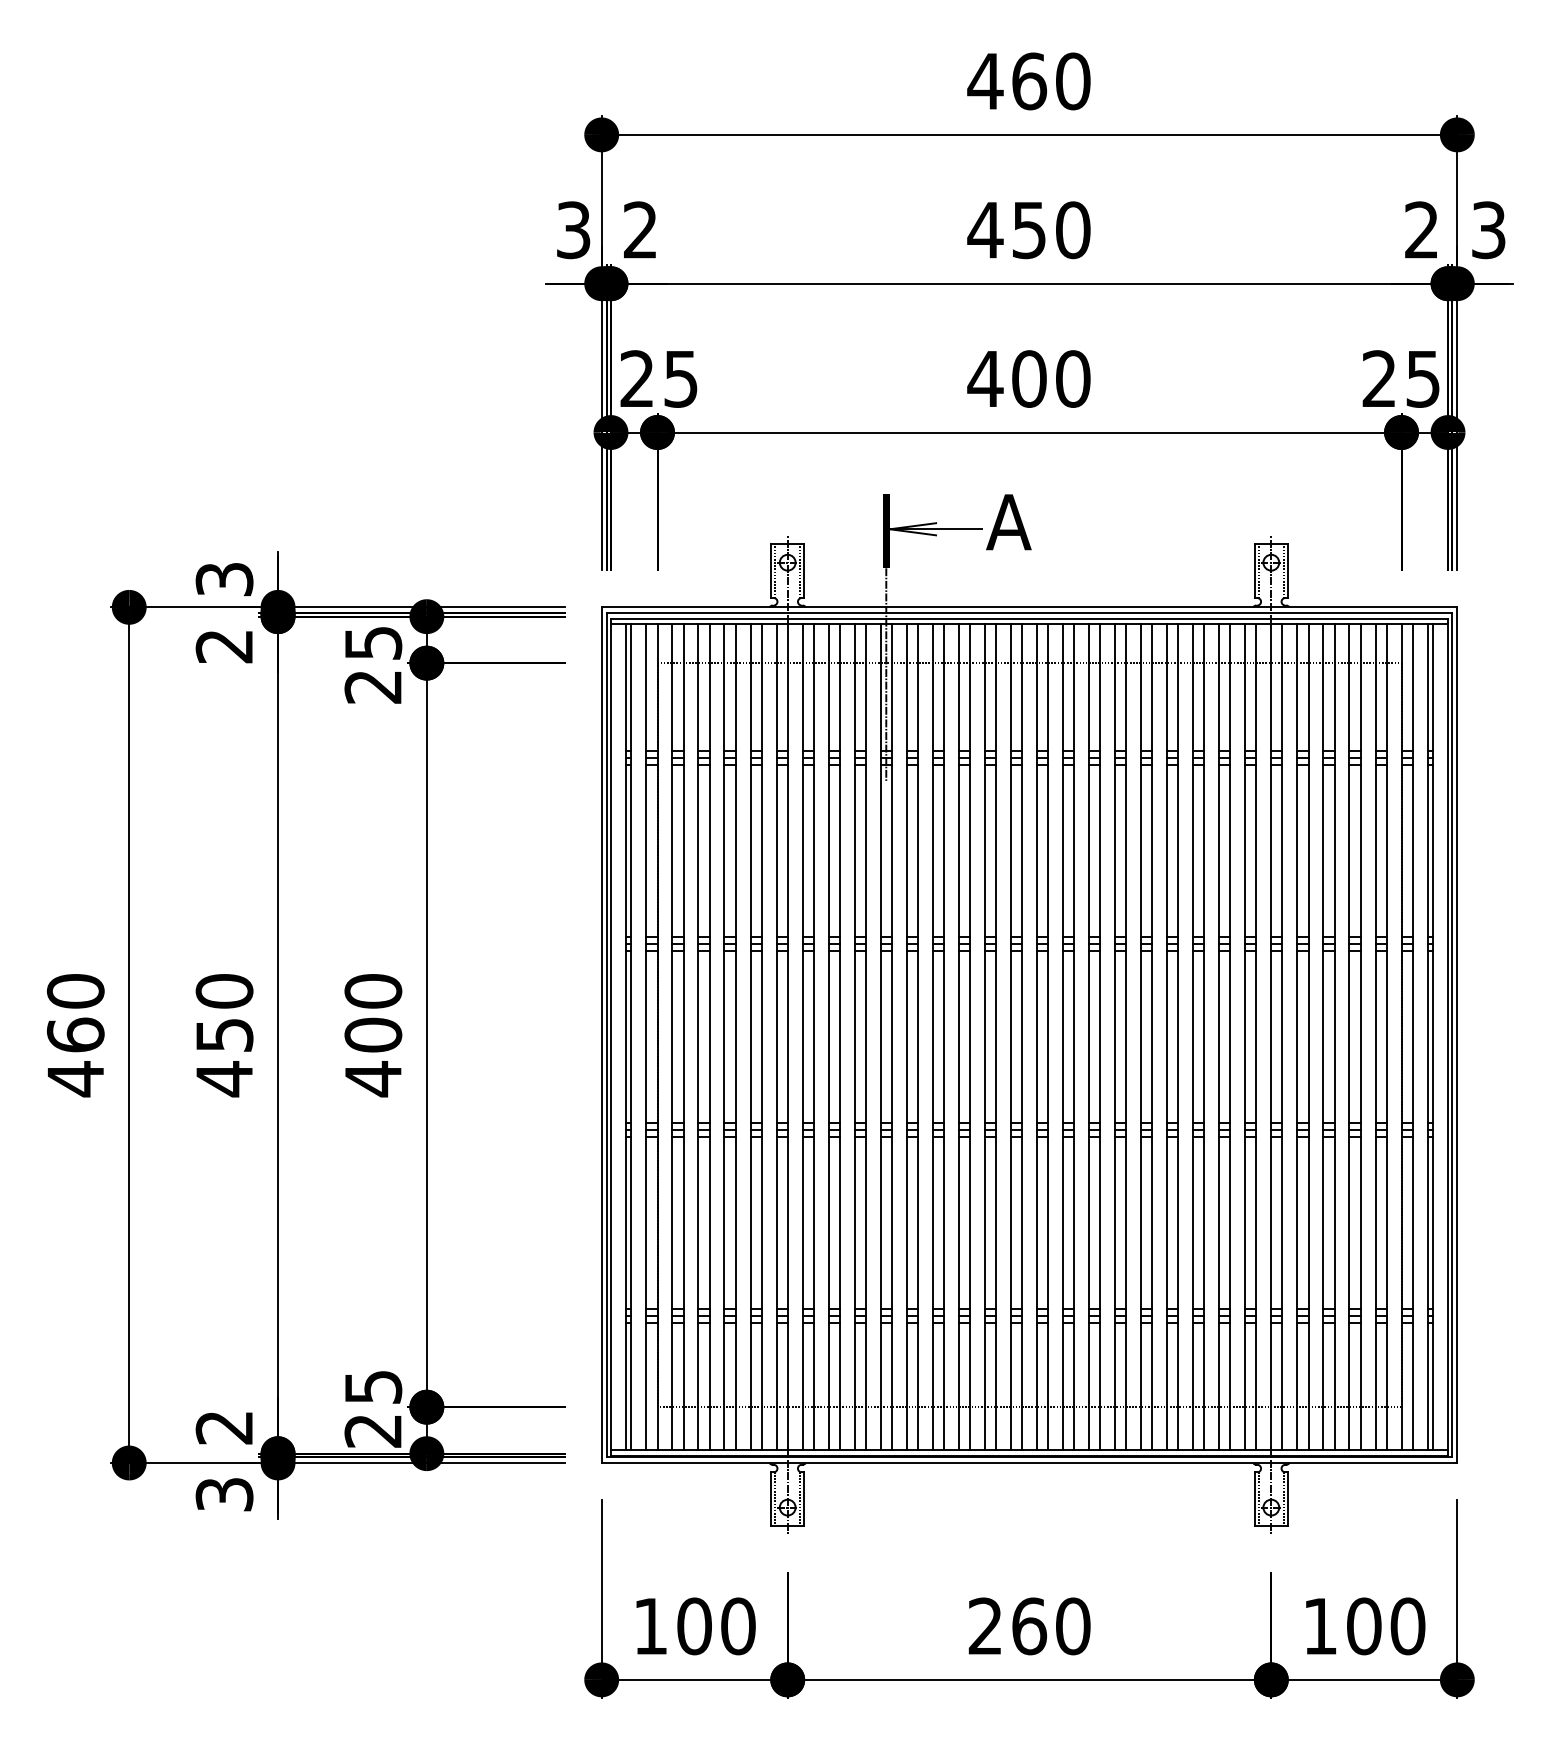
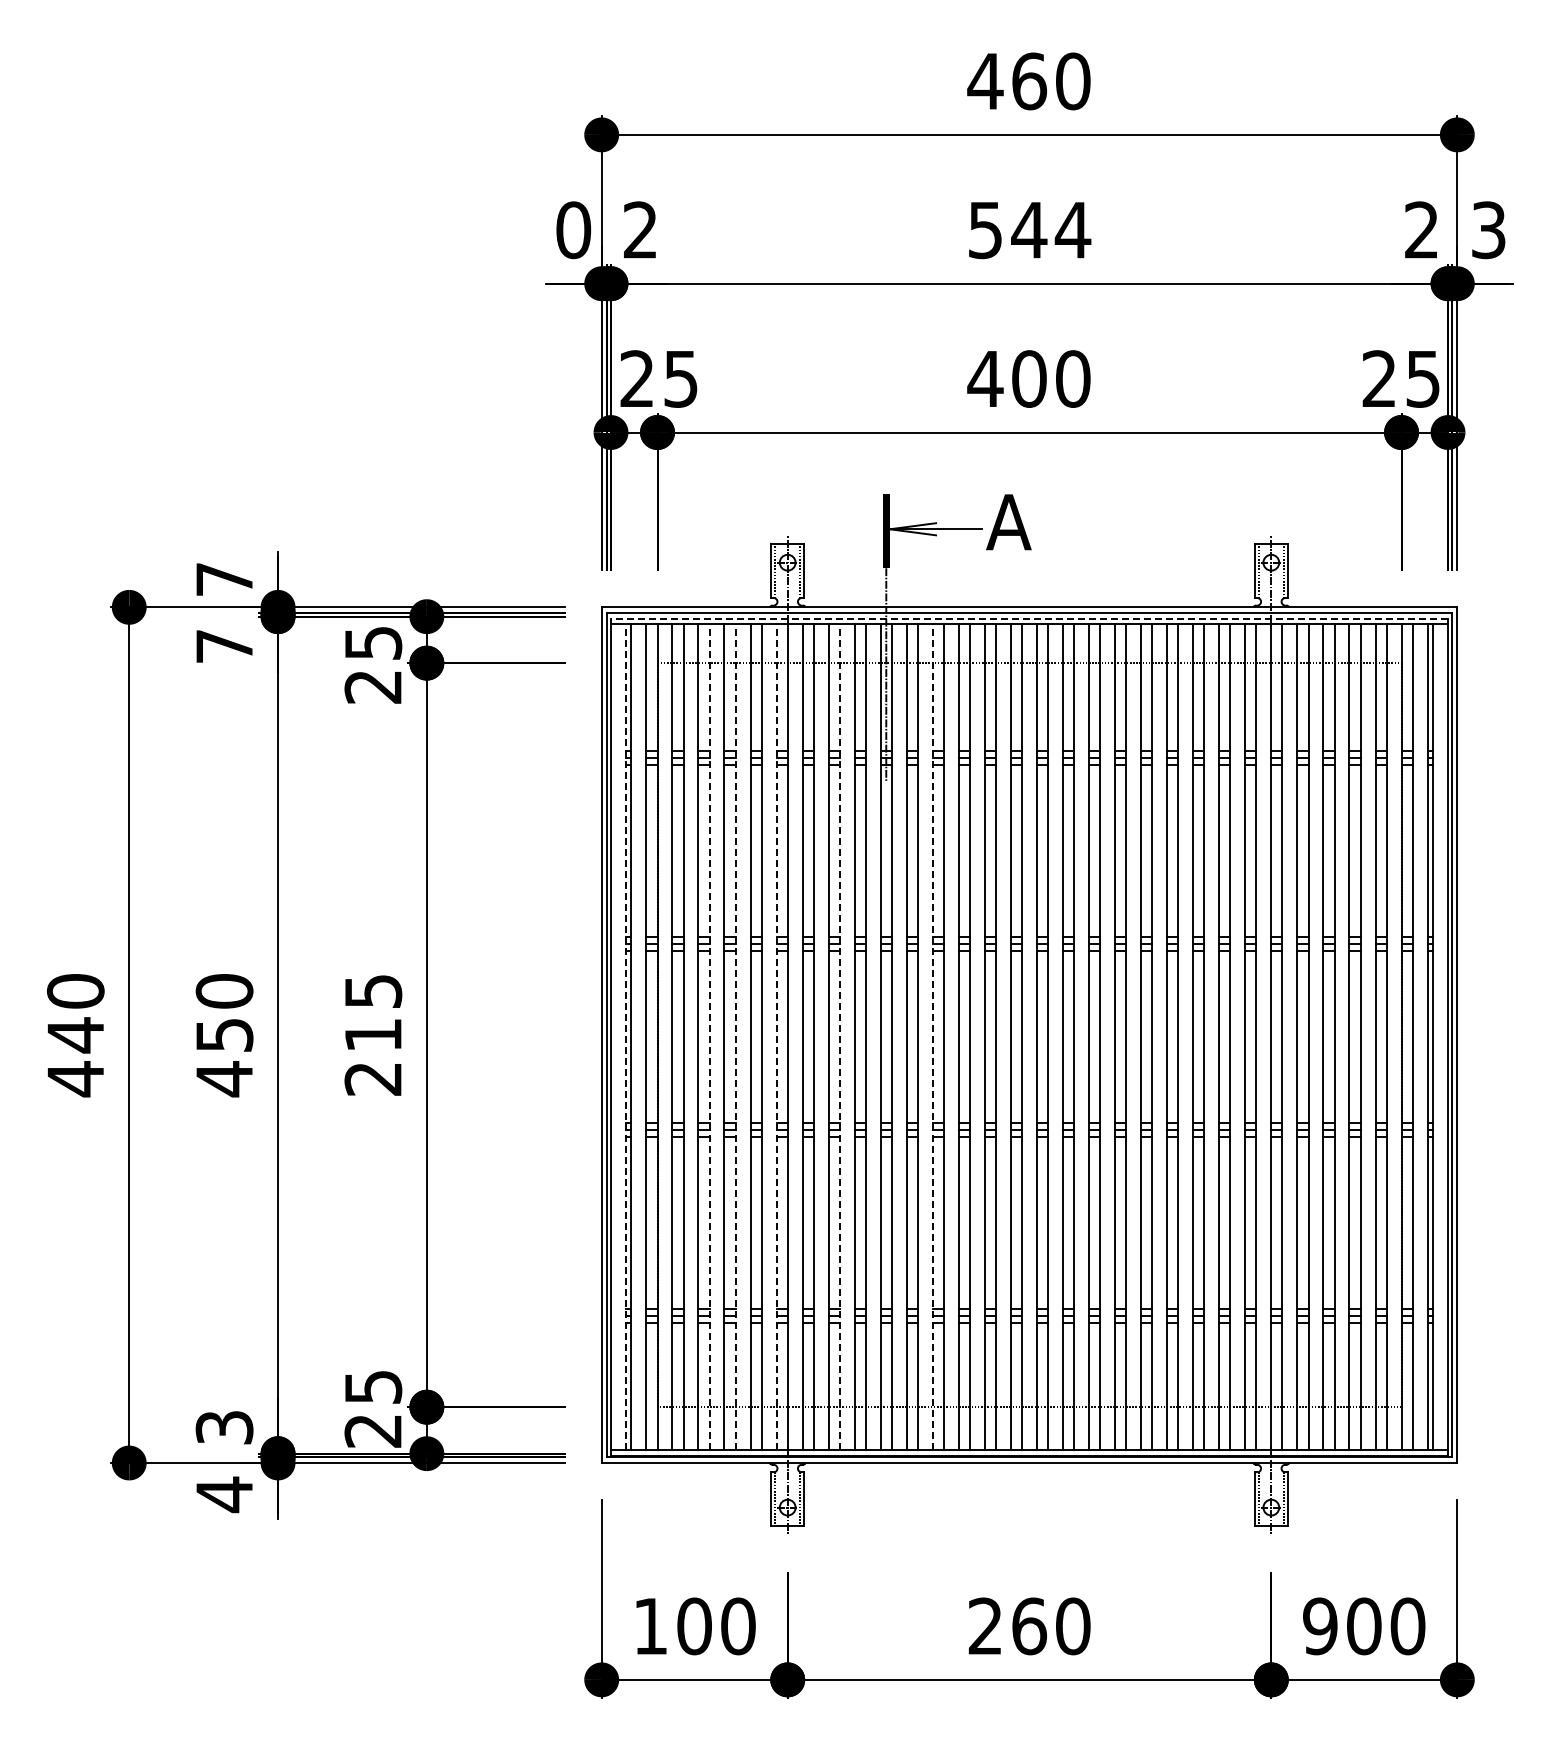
text at (573, 230): 3 -> 0
text at (1029, 230): 450 -> 544
text at (224, 579): 3 -> 7
line at (1029, 618): solid -> dashed
text at (223, 646): 2 -> 7
text at (75, 1035): 460 -> 440
text at (373, 1035): 400 -> 215
line at (625, 1037): solid -> dashed
line at (709, 1037): solid -> dashed
line at (735, 1037): solid -> dashed
line at (776, 1037): solid -> dashed
line at (839, 1037): solid -> dashed
line at (932, 1037): solid -> dashed
text at (224, 1427): 2 -> 3
text at (224, 1494): 3 -> 4
text at (1320, 1626): 100 -> 900
